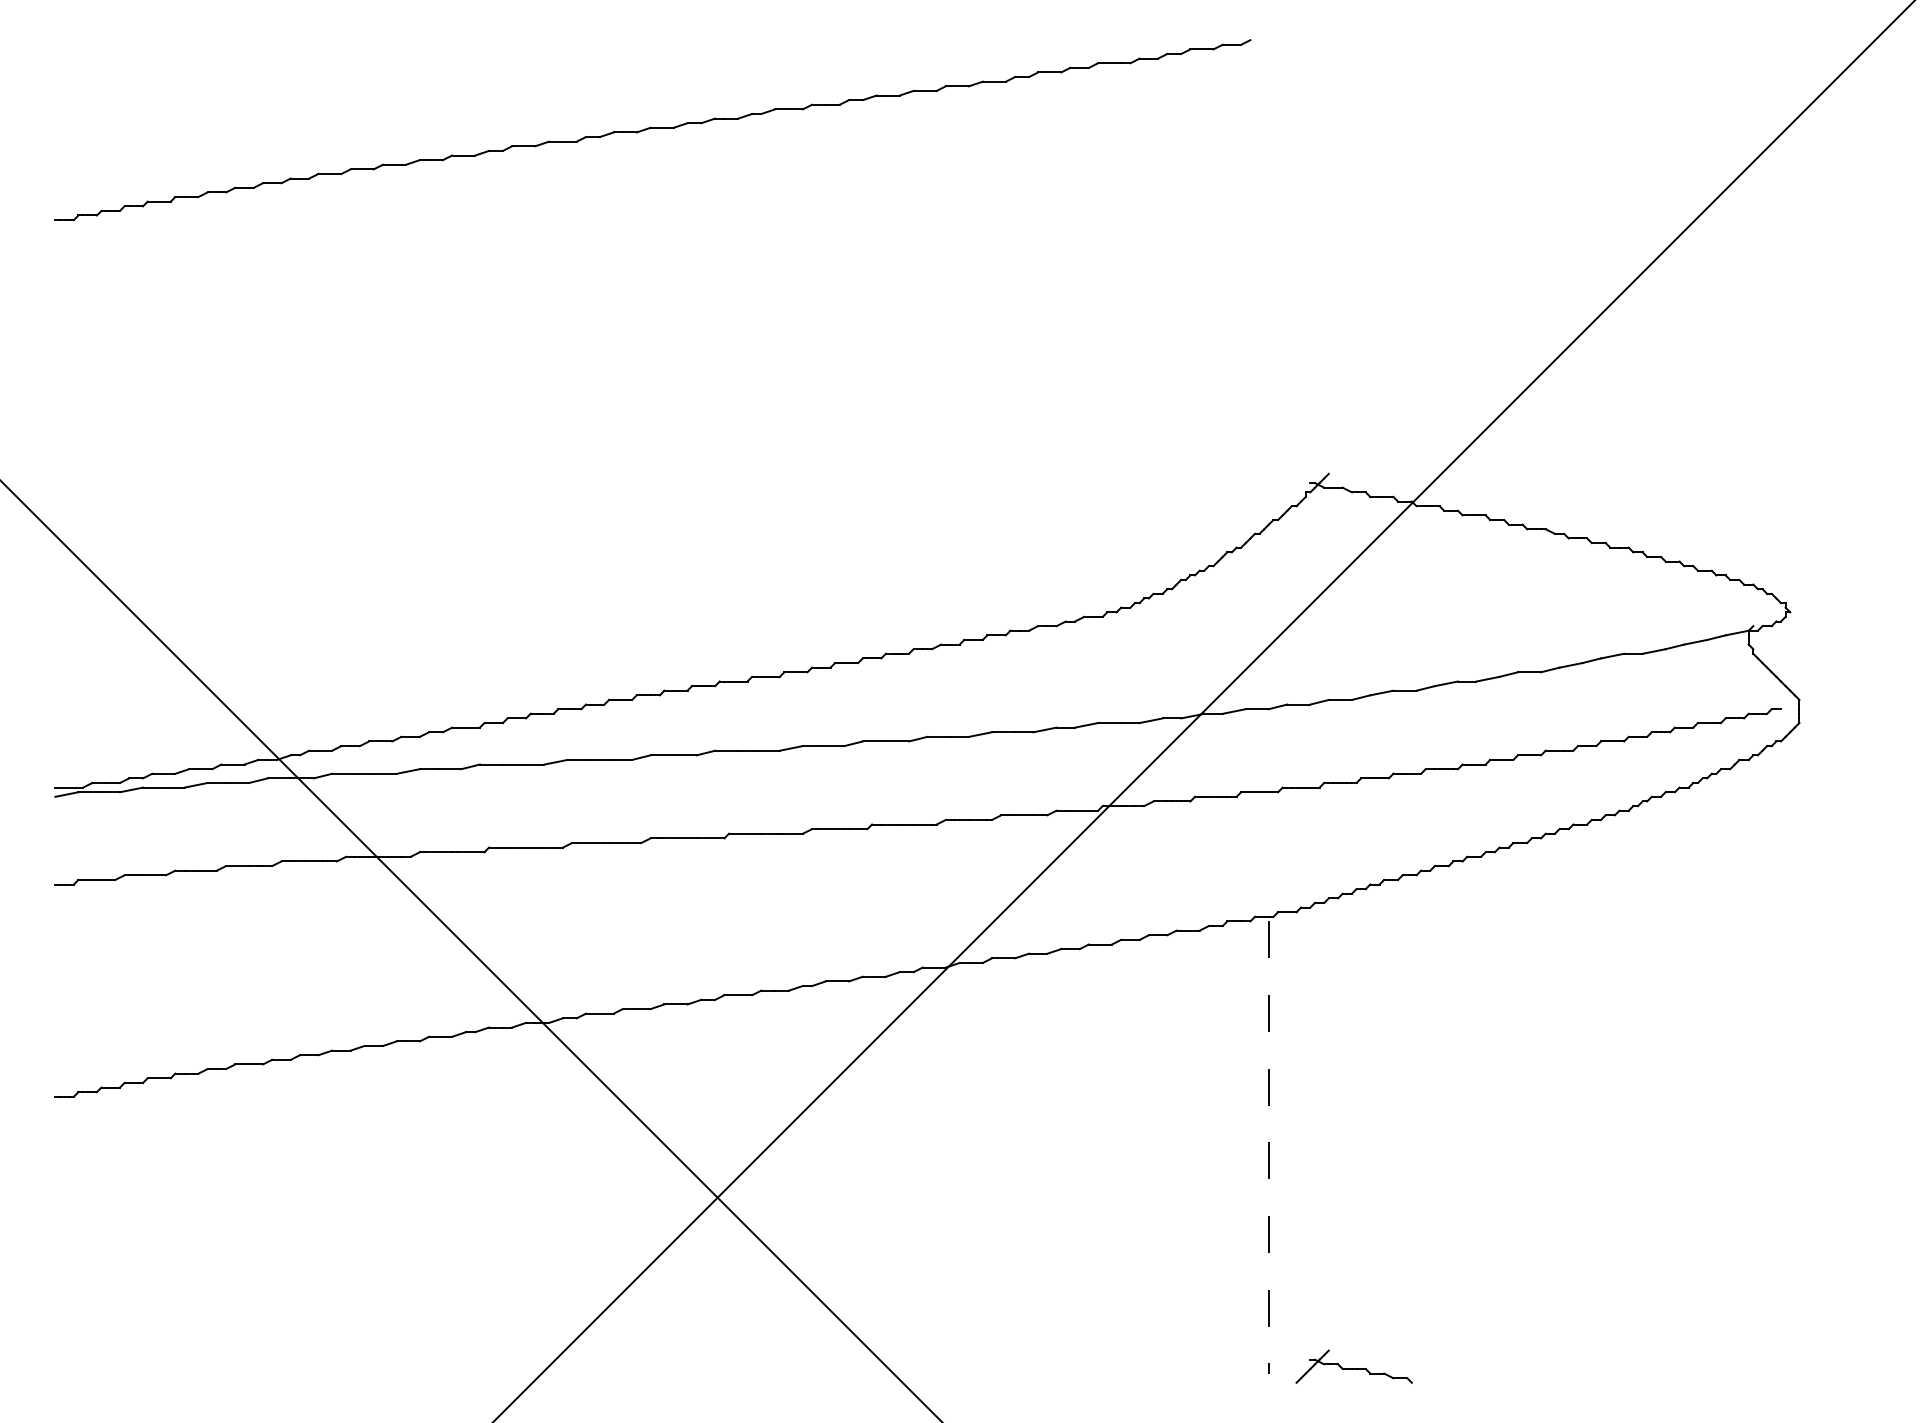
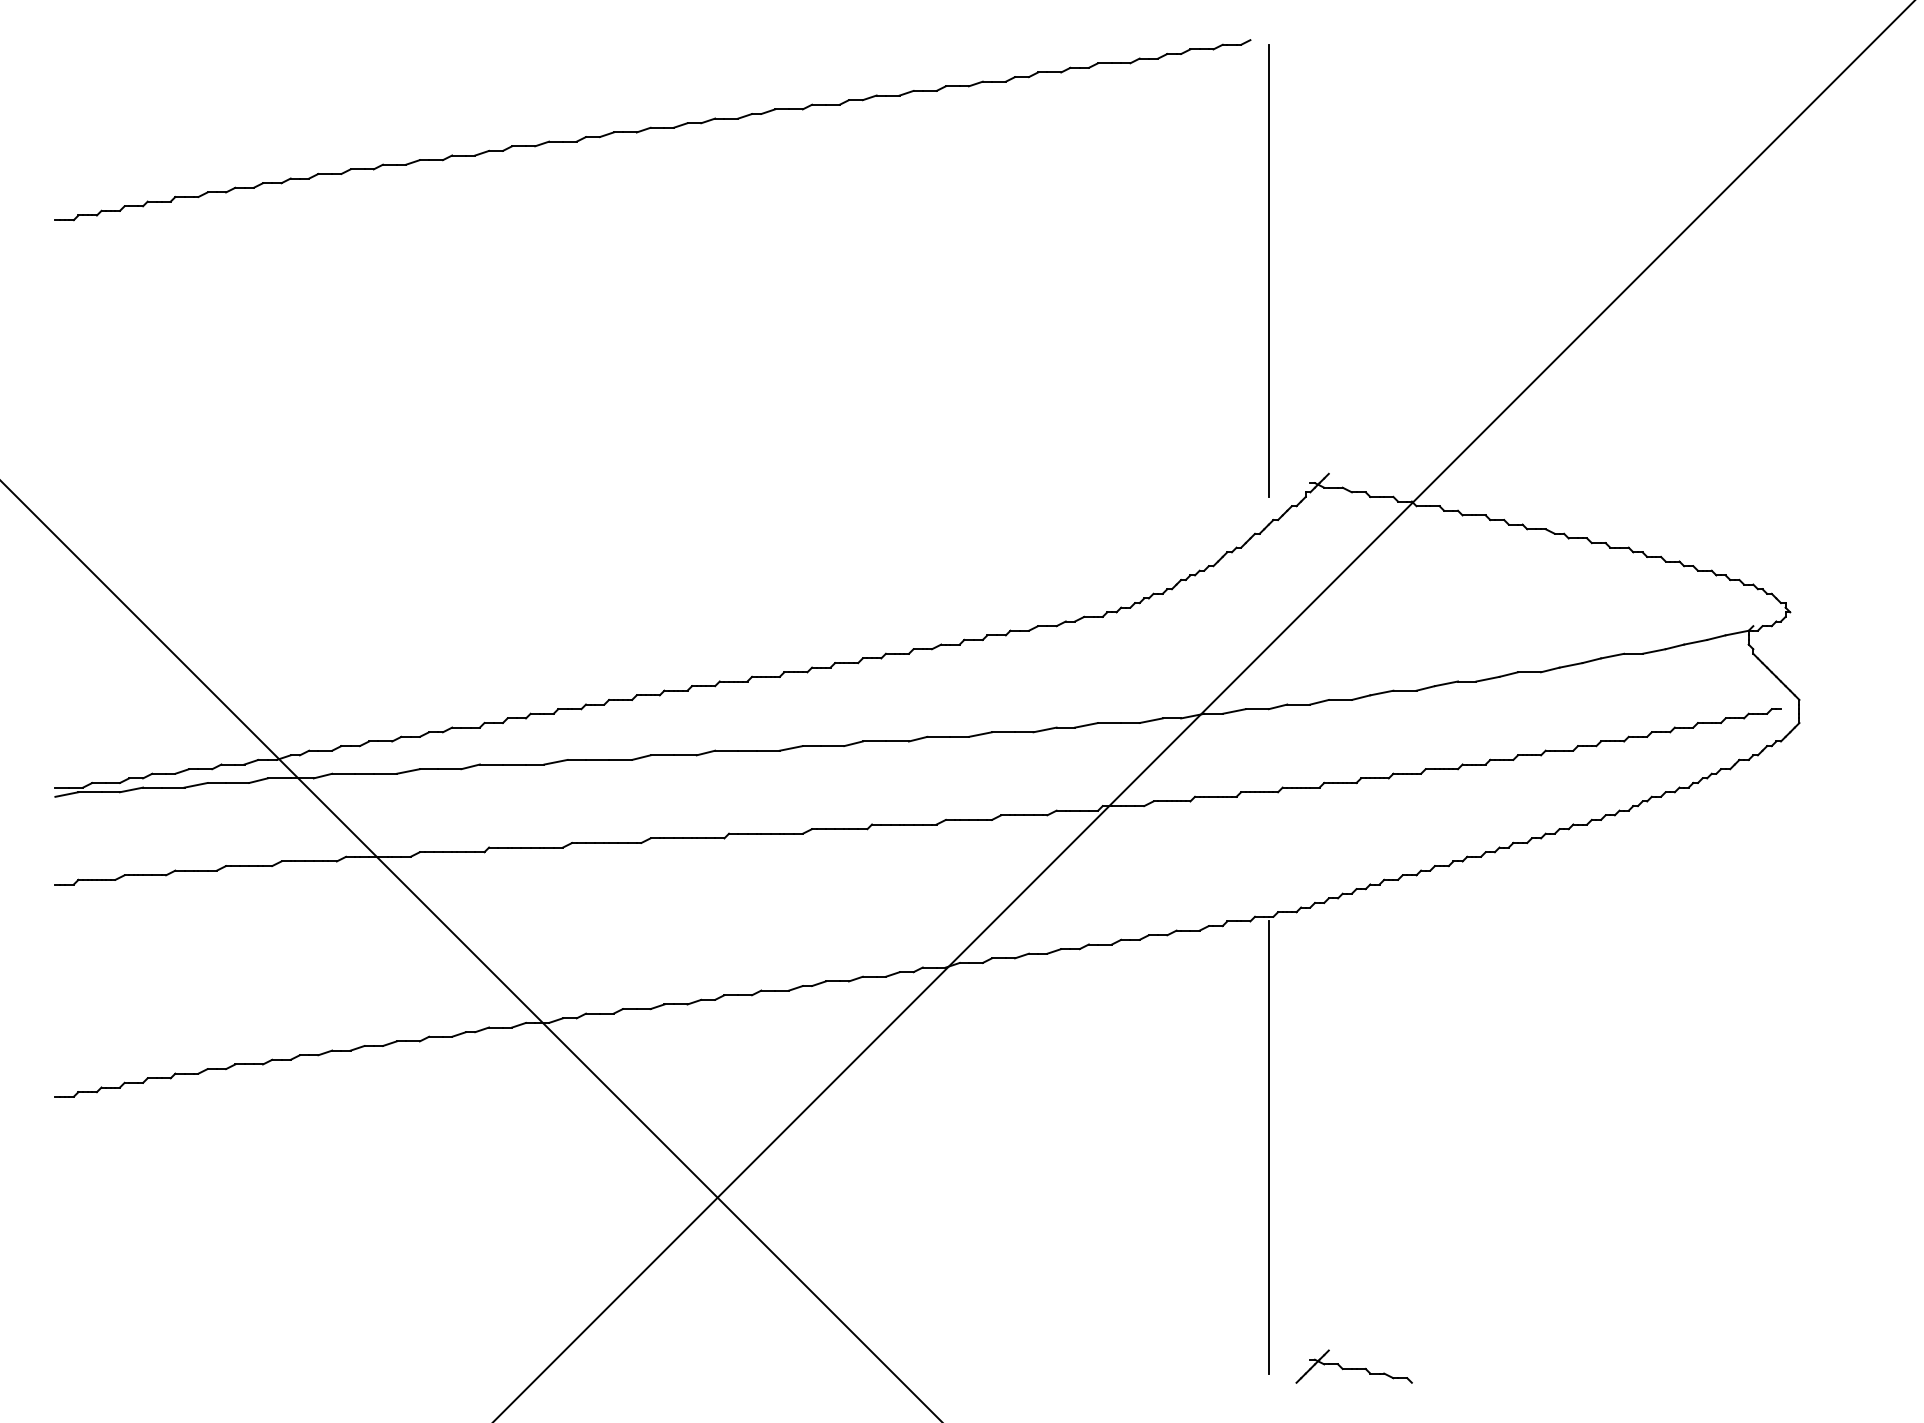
line at (1268, 270): none -> present
line at (1268, 1148): dashed -> solid
